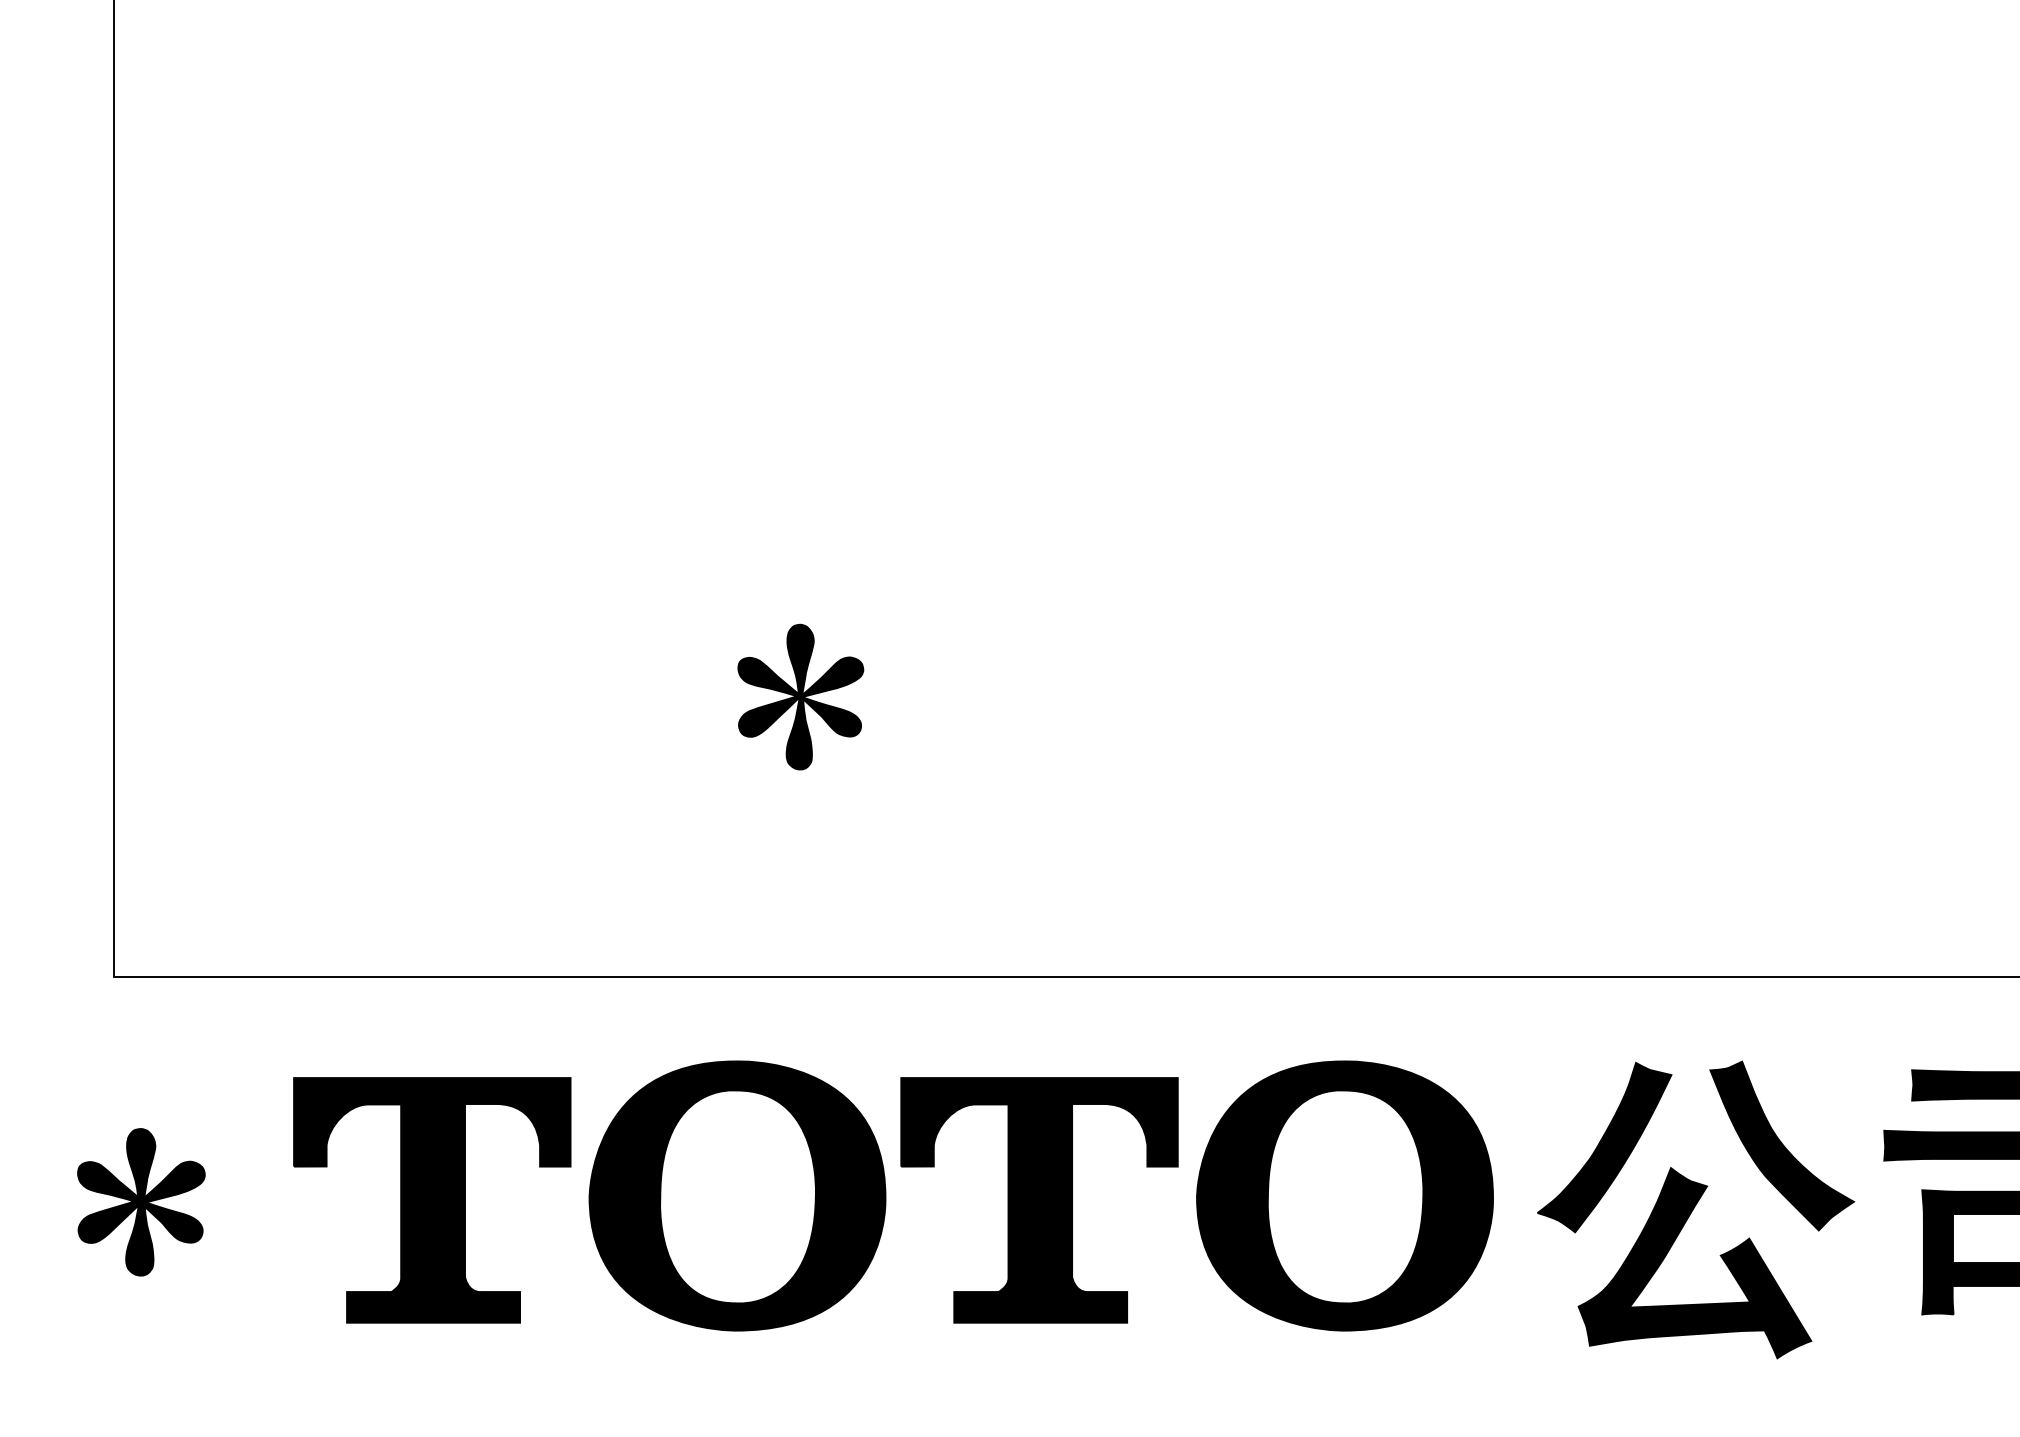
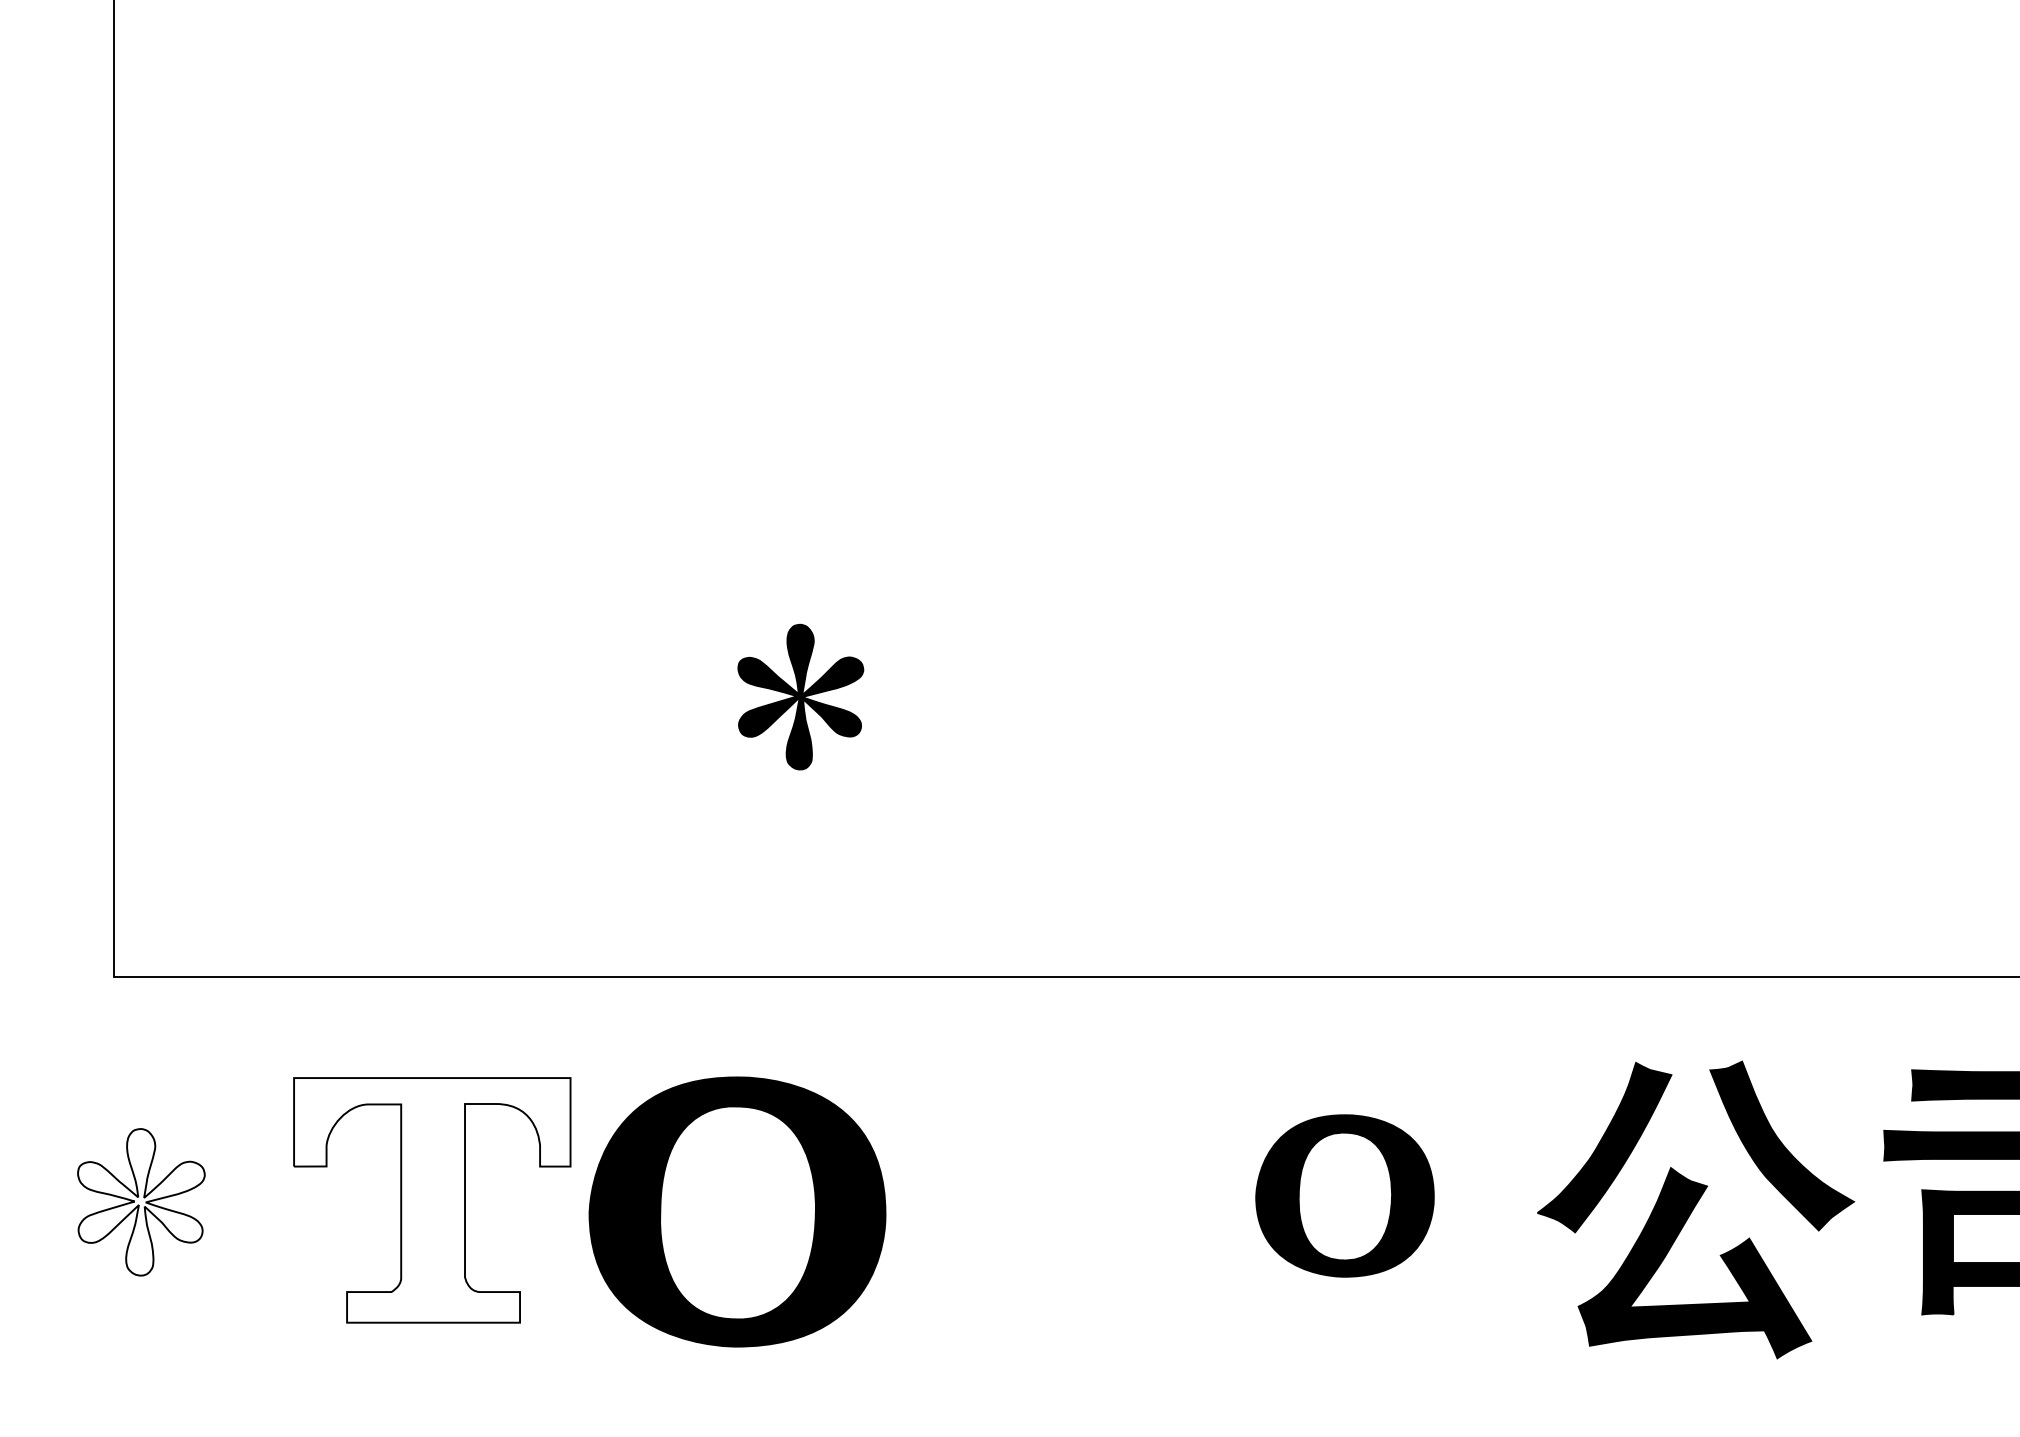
part at (737, 1195) position: (737, 1195) -> (737, 1211)
part at (1344, 1195) size: 298x272 px -> 180x164 px
fill at (432, 1200): present -> none
part at (1039, 1200): present -> none
fill at (141, 1202): present -> none
